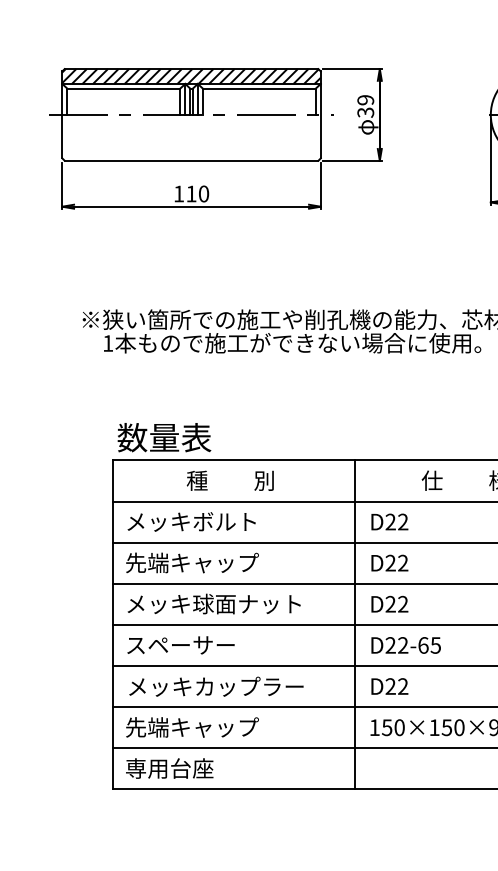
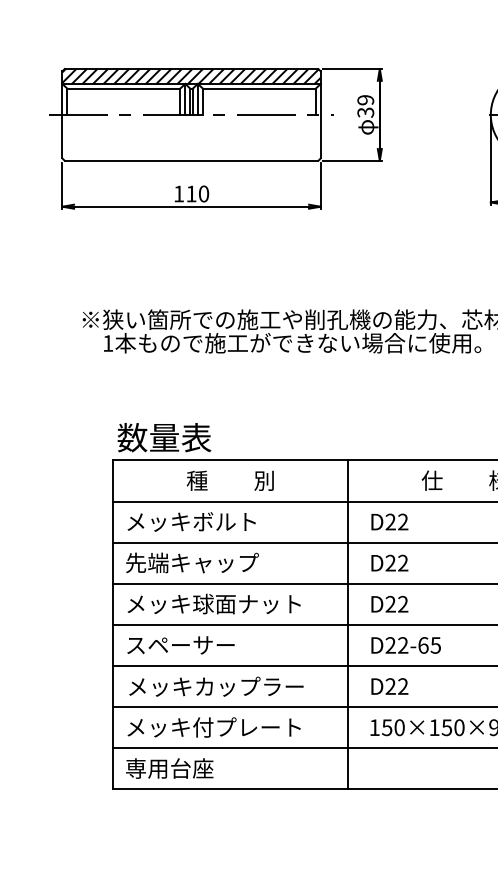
line at (355, 624) position: (355, 624) -> (348, 624)
text at (213, 727): 先端キャップ -> メッキ付プレート
